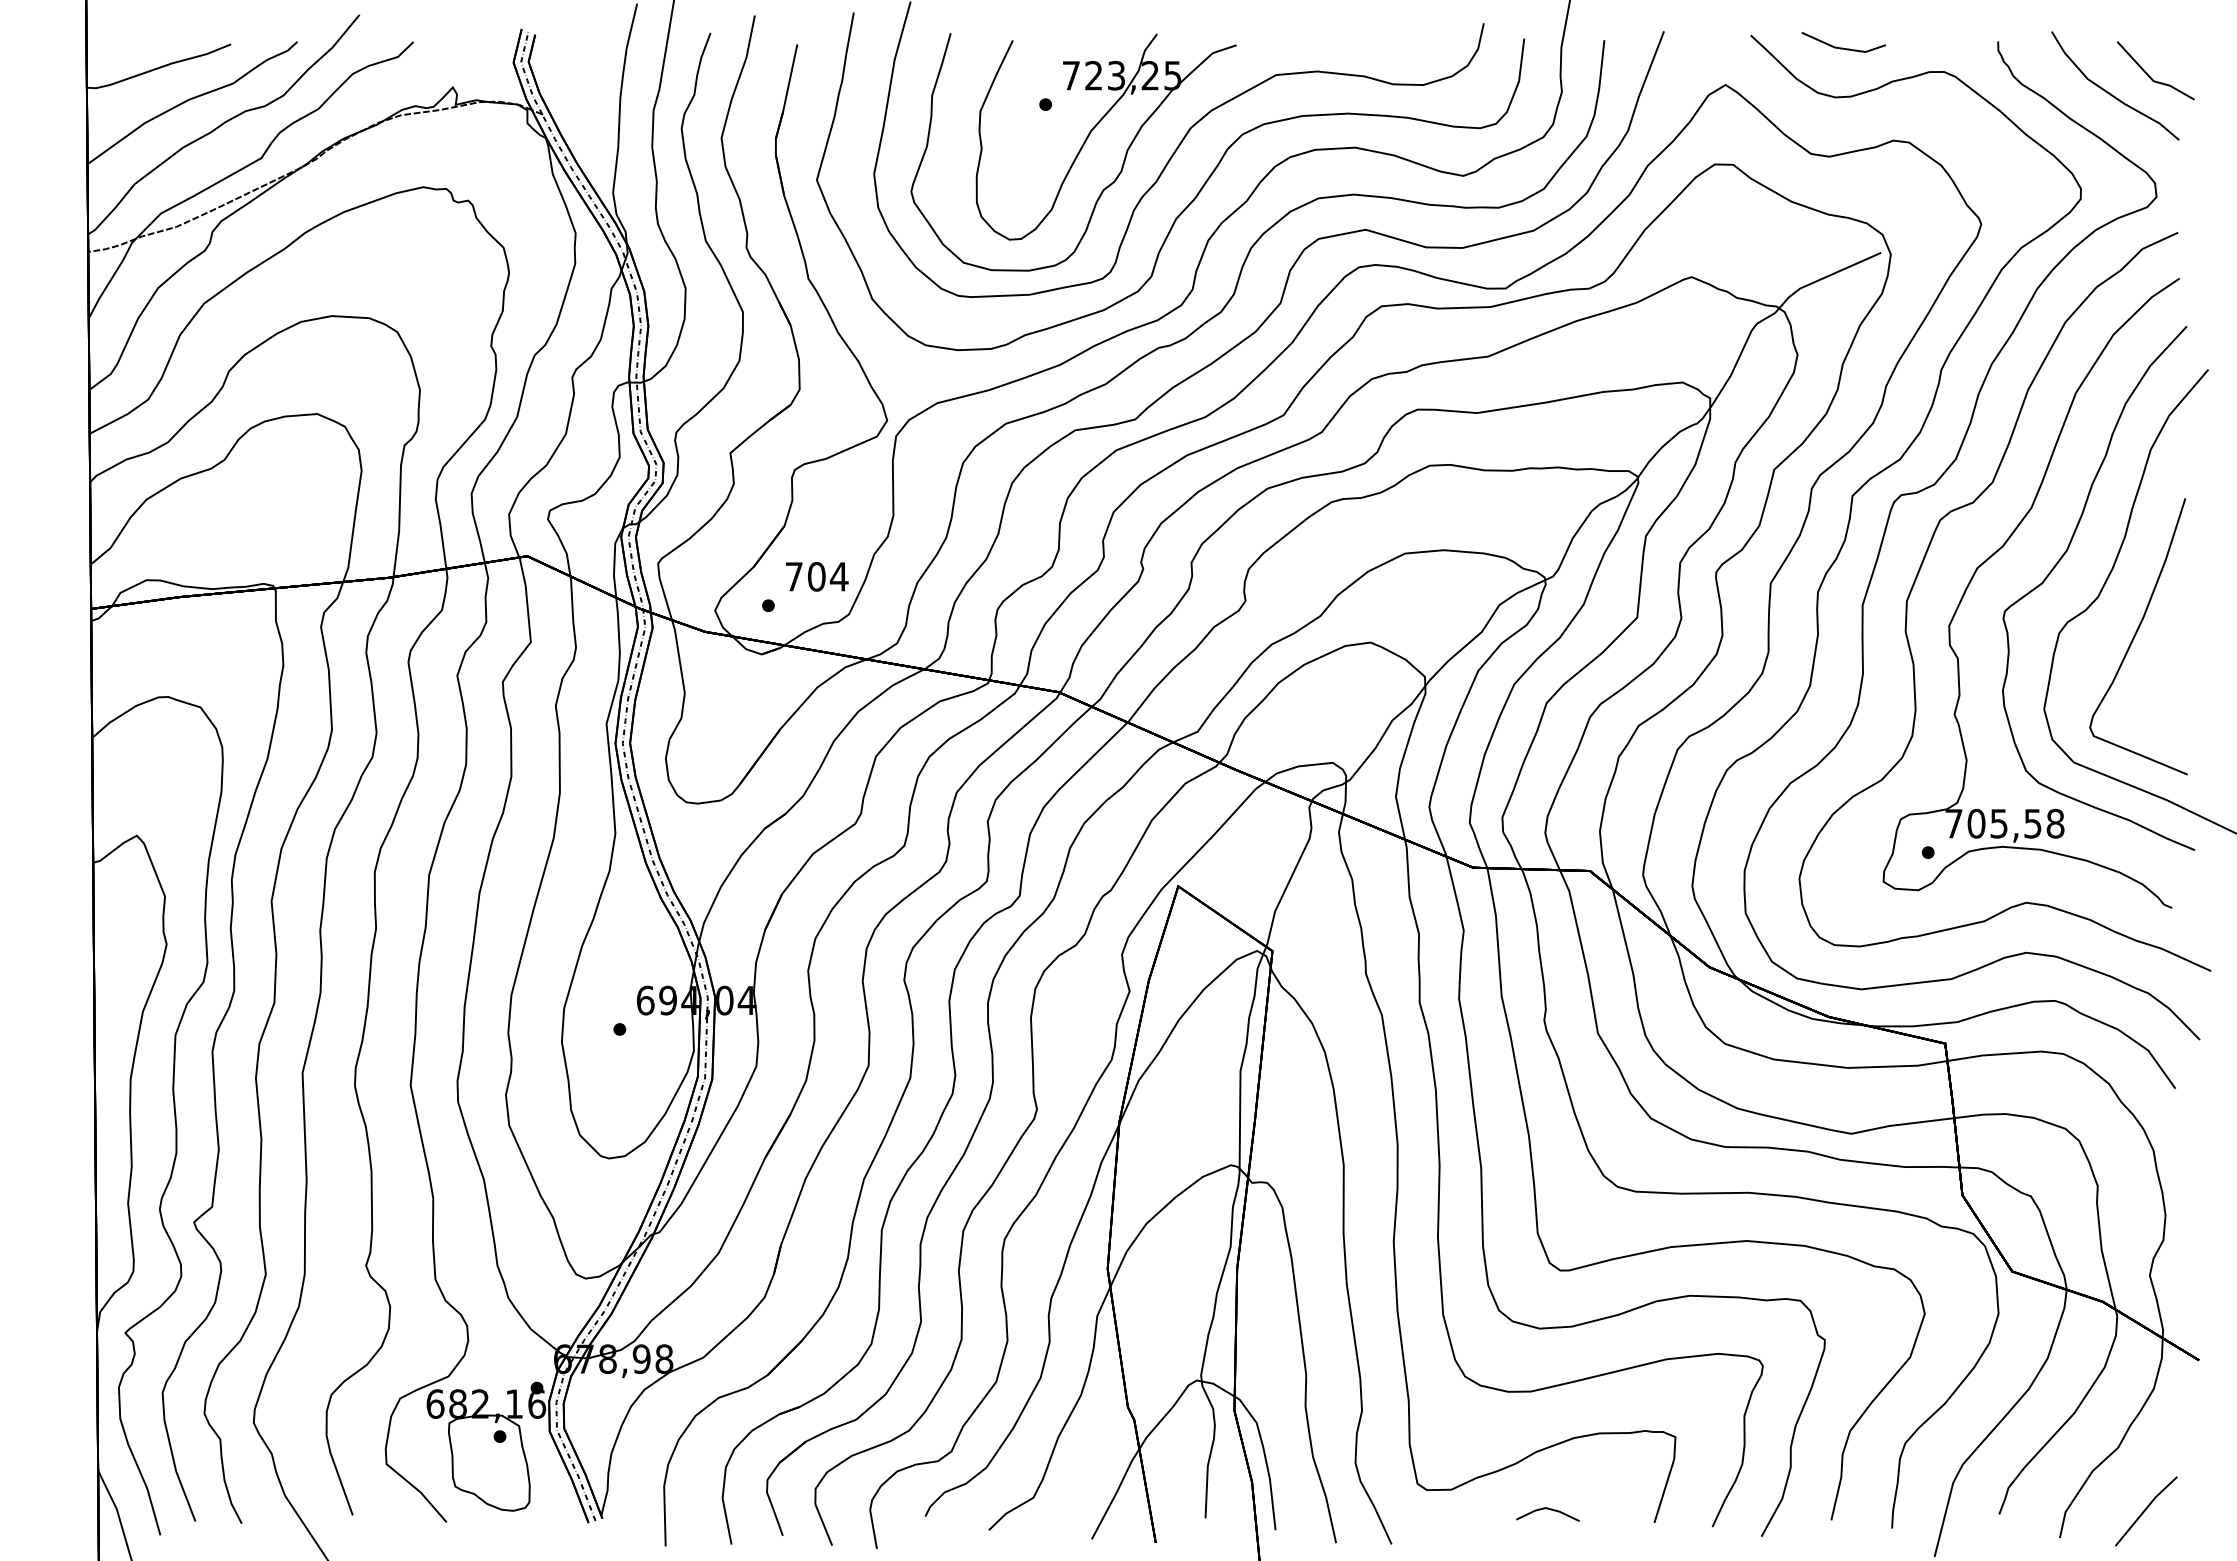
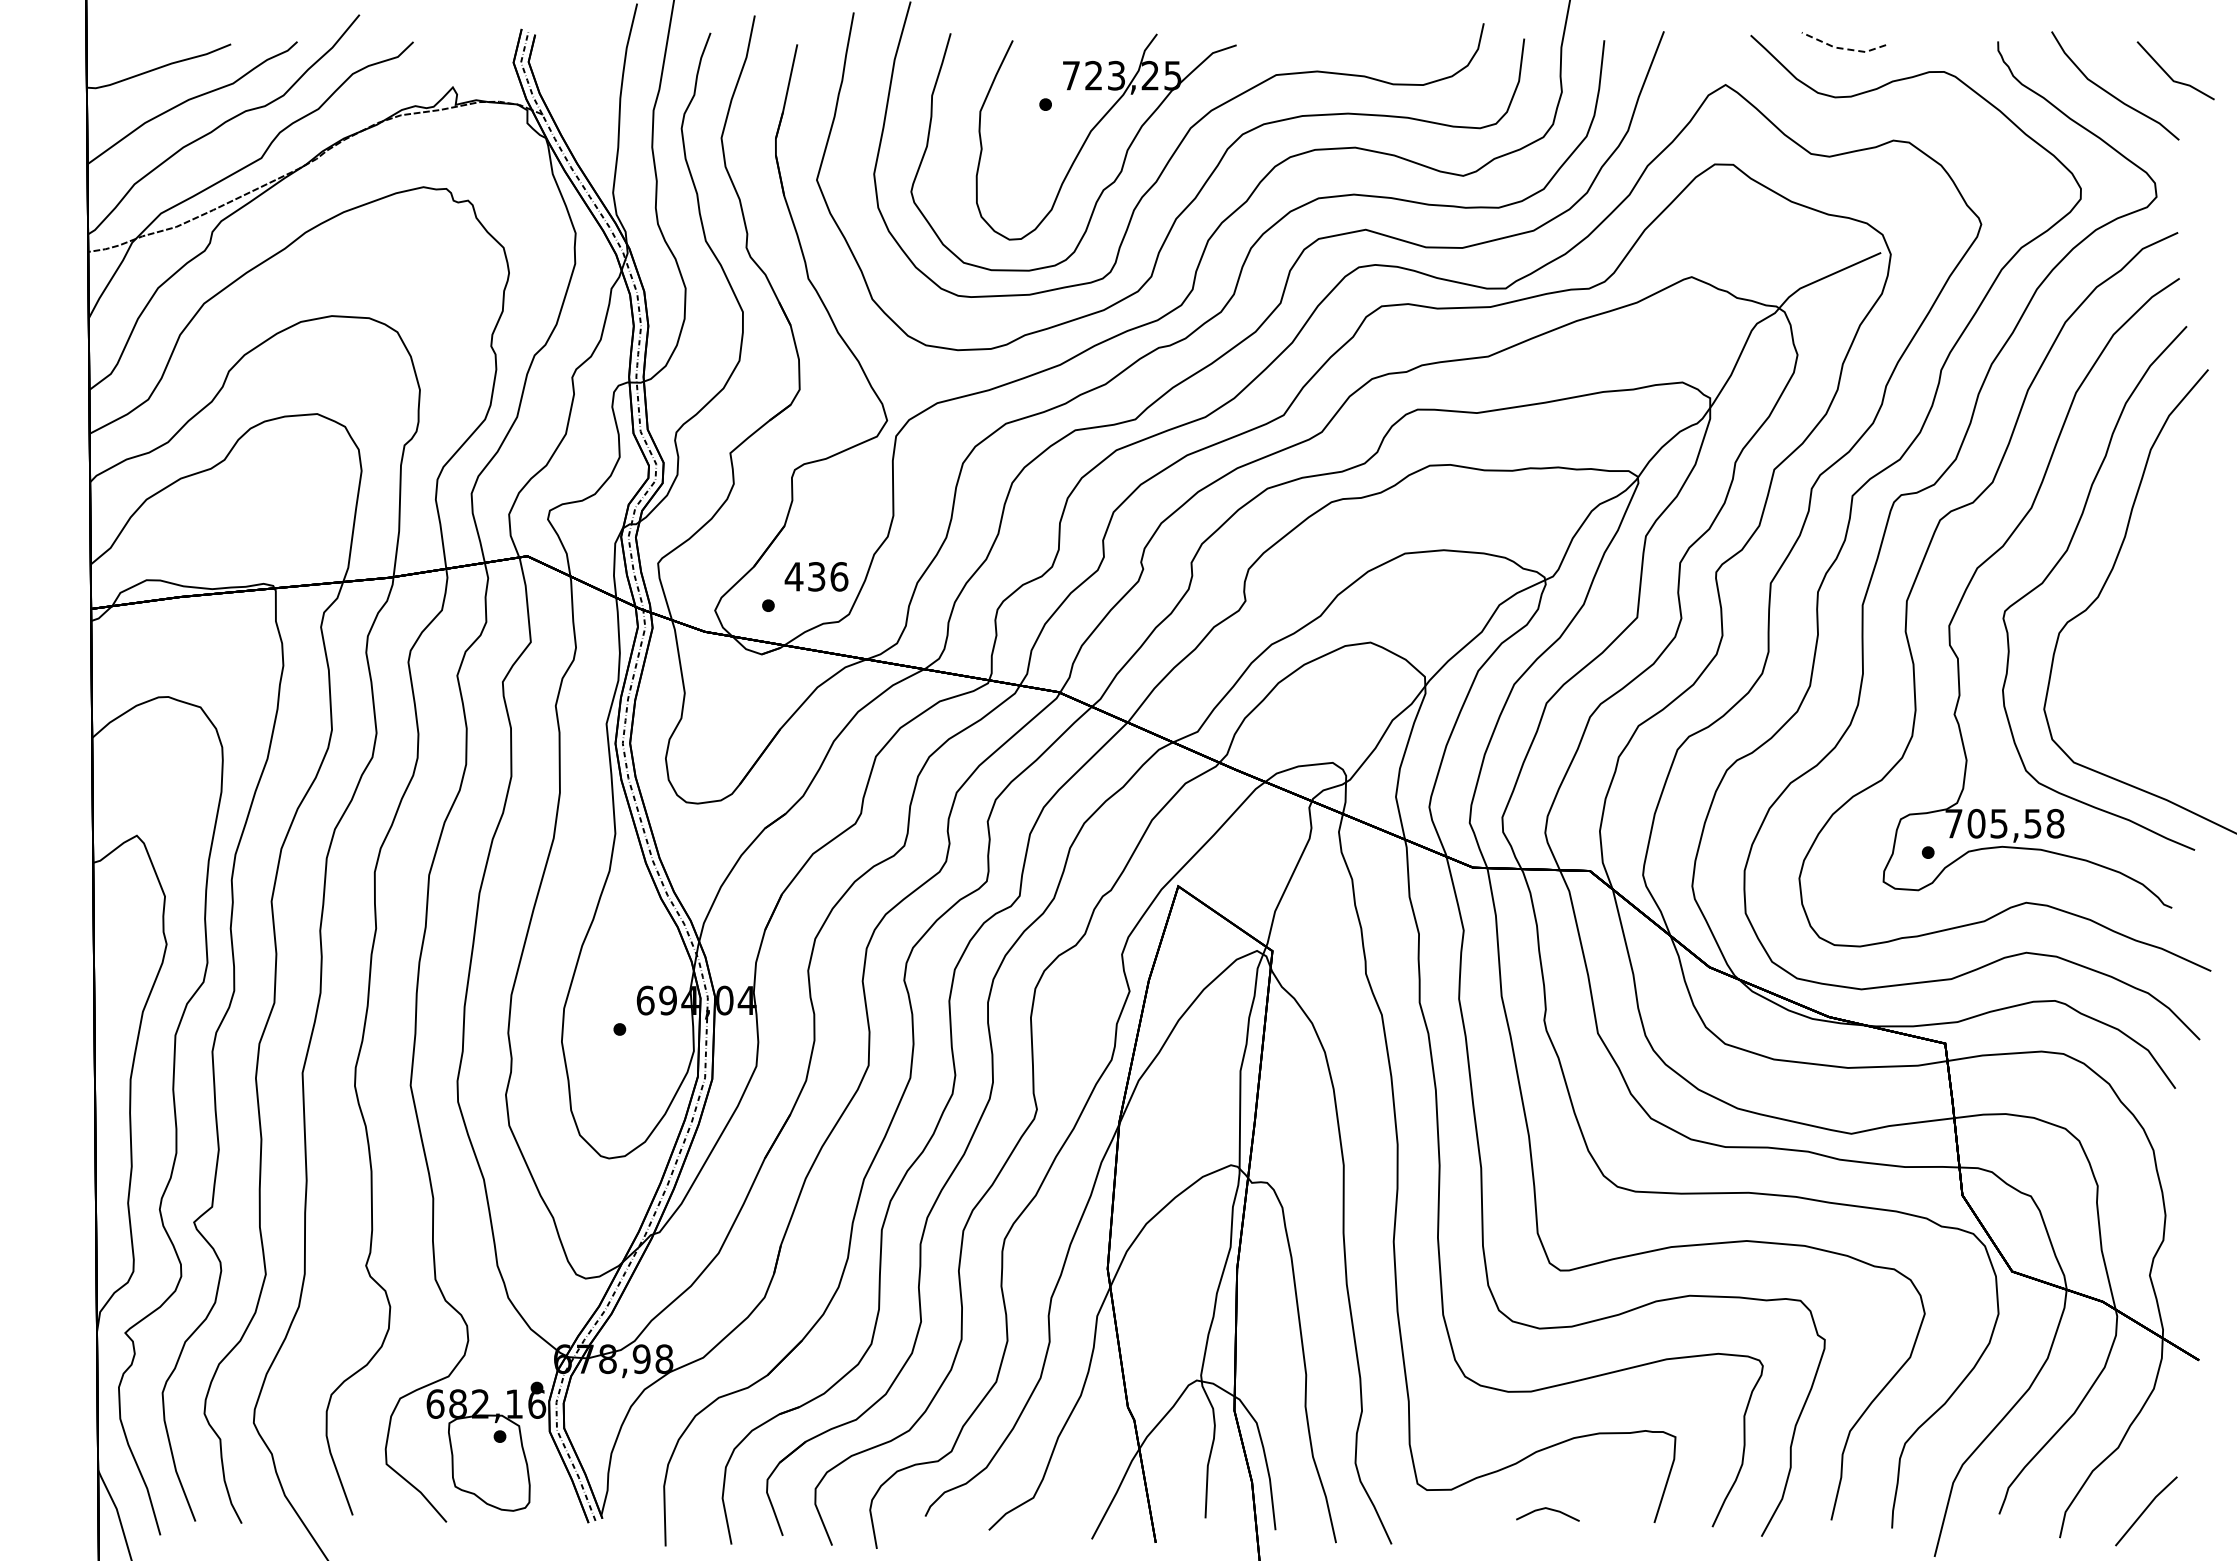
line at (1842, 48): solid -> dashed
line at (2149, 75) position: (2149, 75) -> (2169, 75)
text at (816, 576): 704 -> 436
curve at (2136, 634): present -> none
